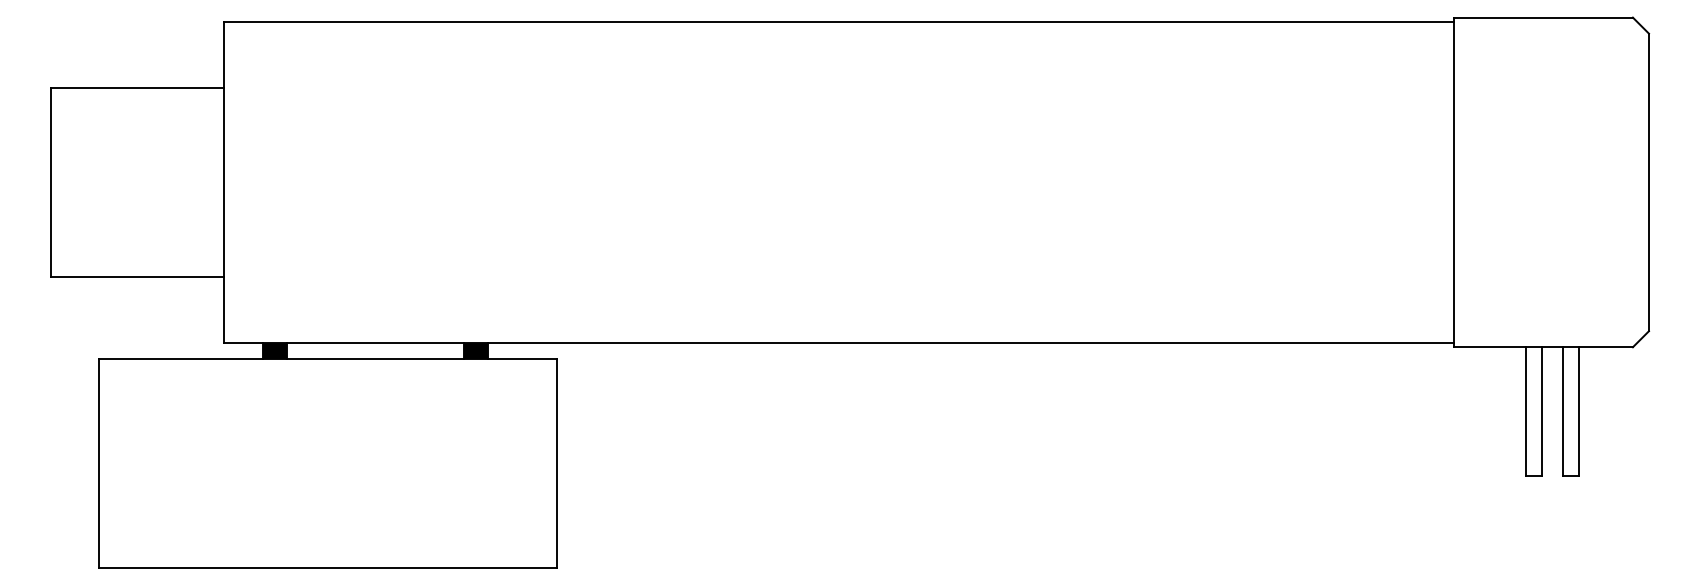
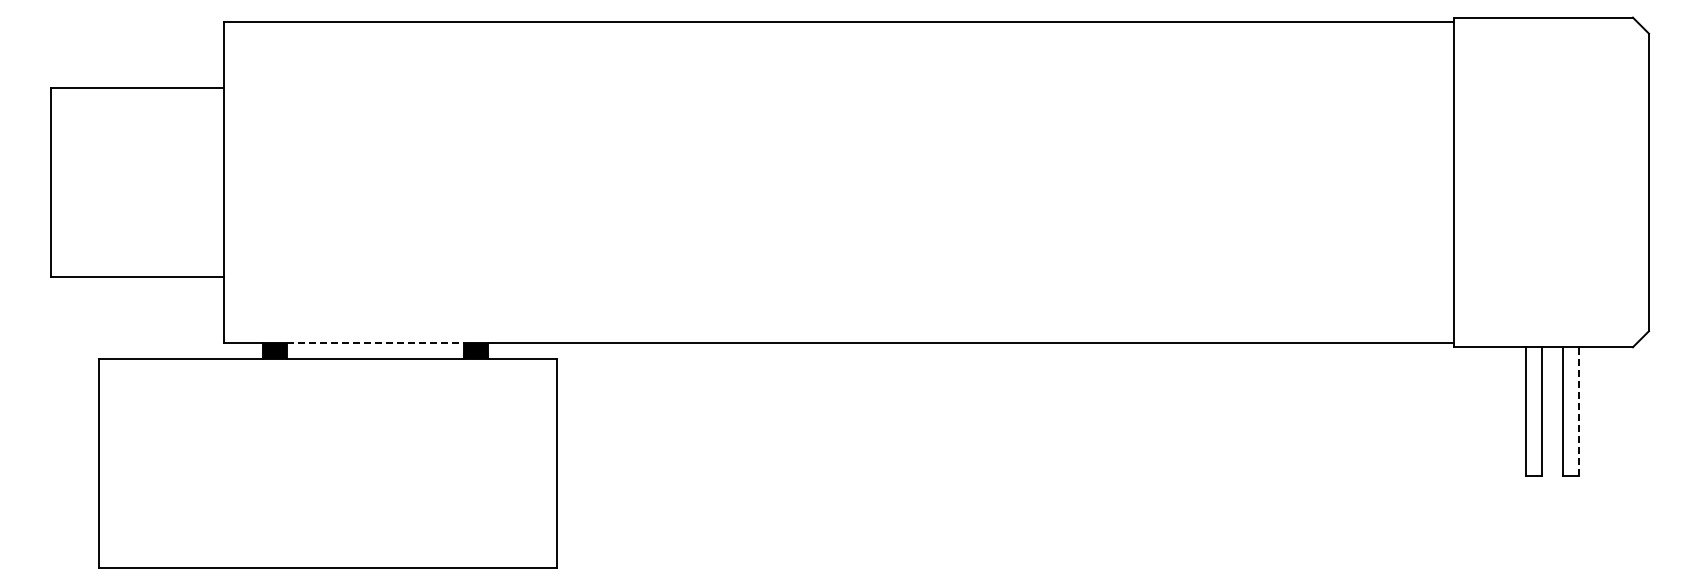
line at (376, 343): solid -> dashed
line at (1578, 411): solid -> dashed
